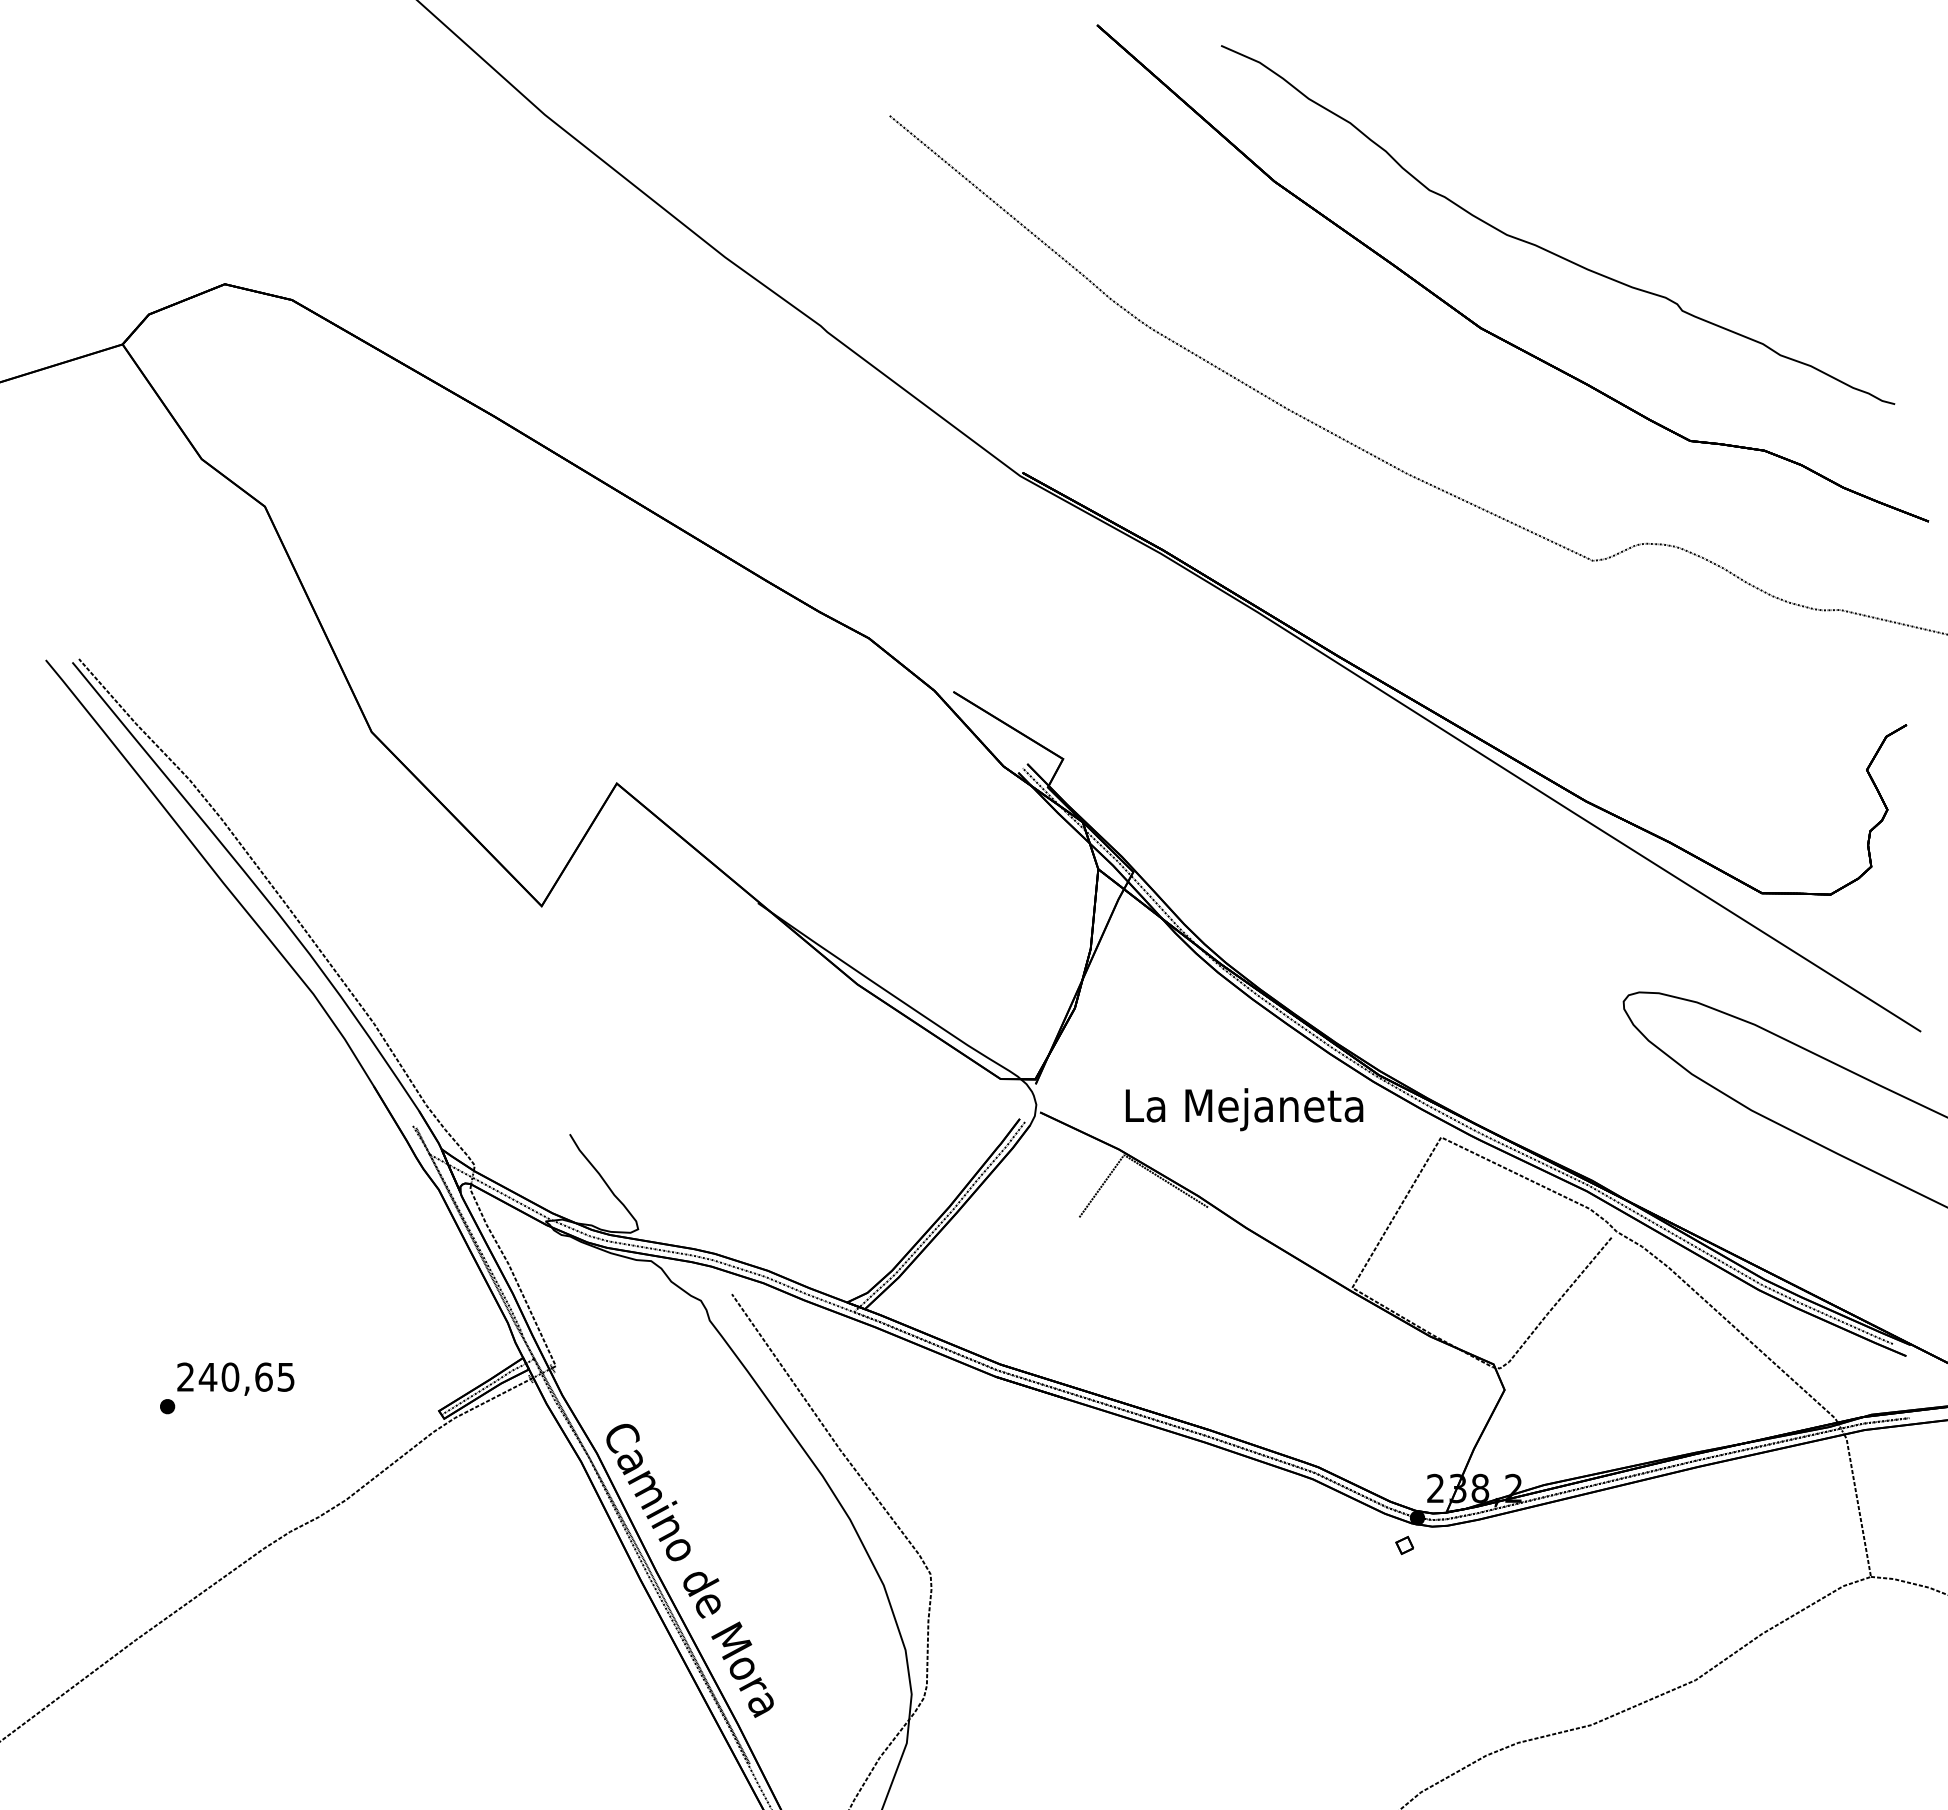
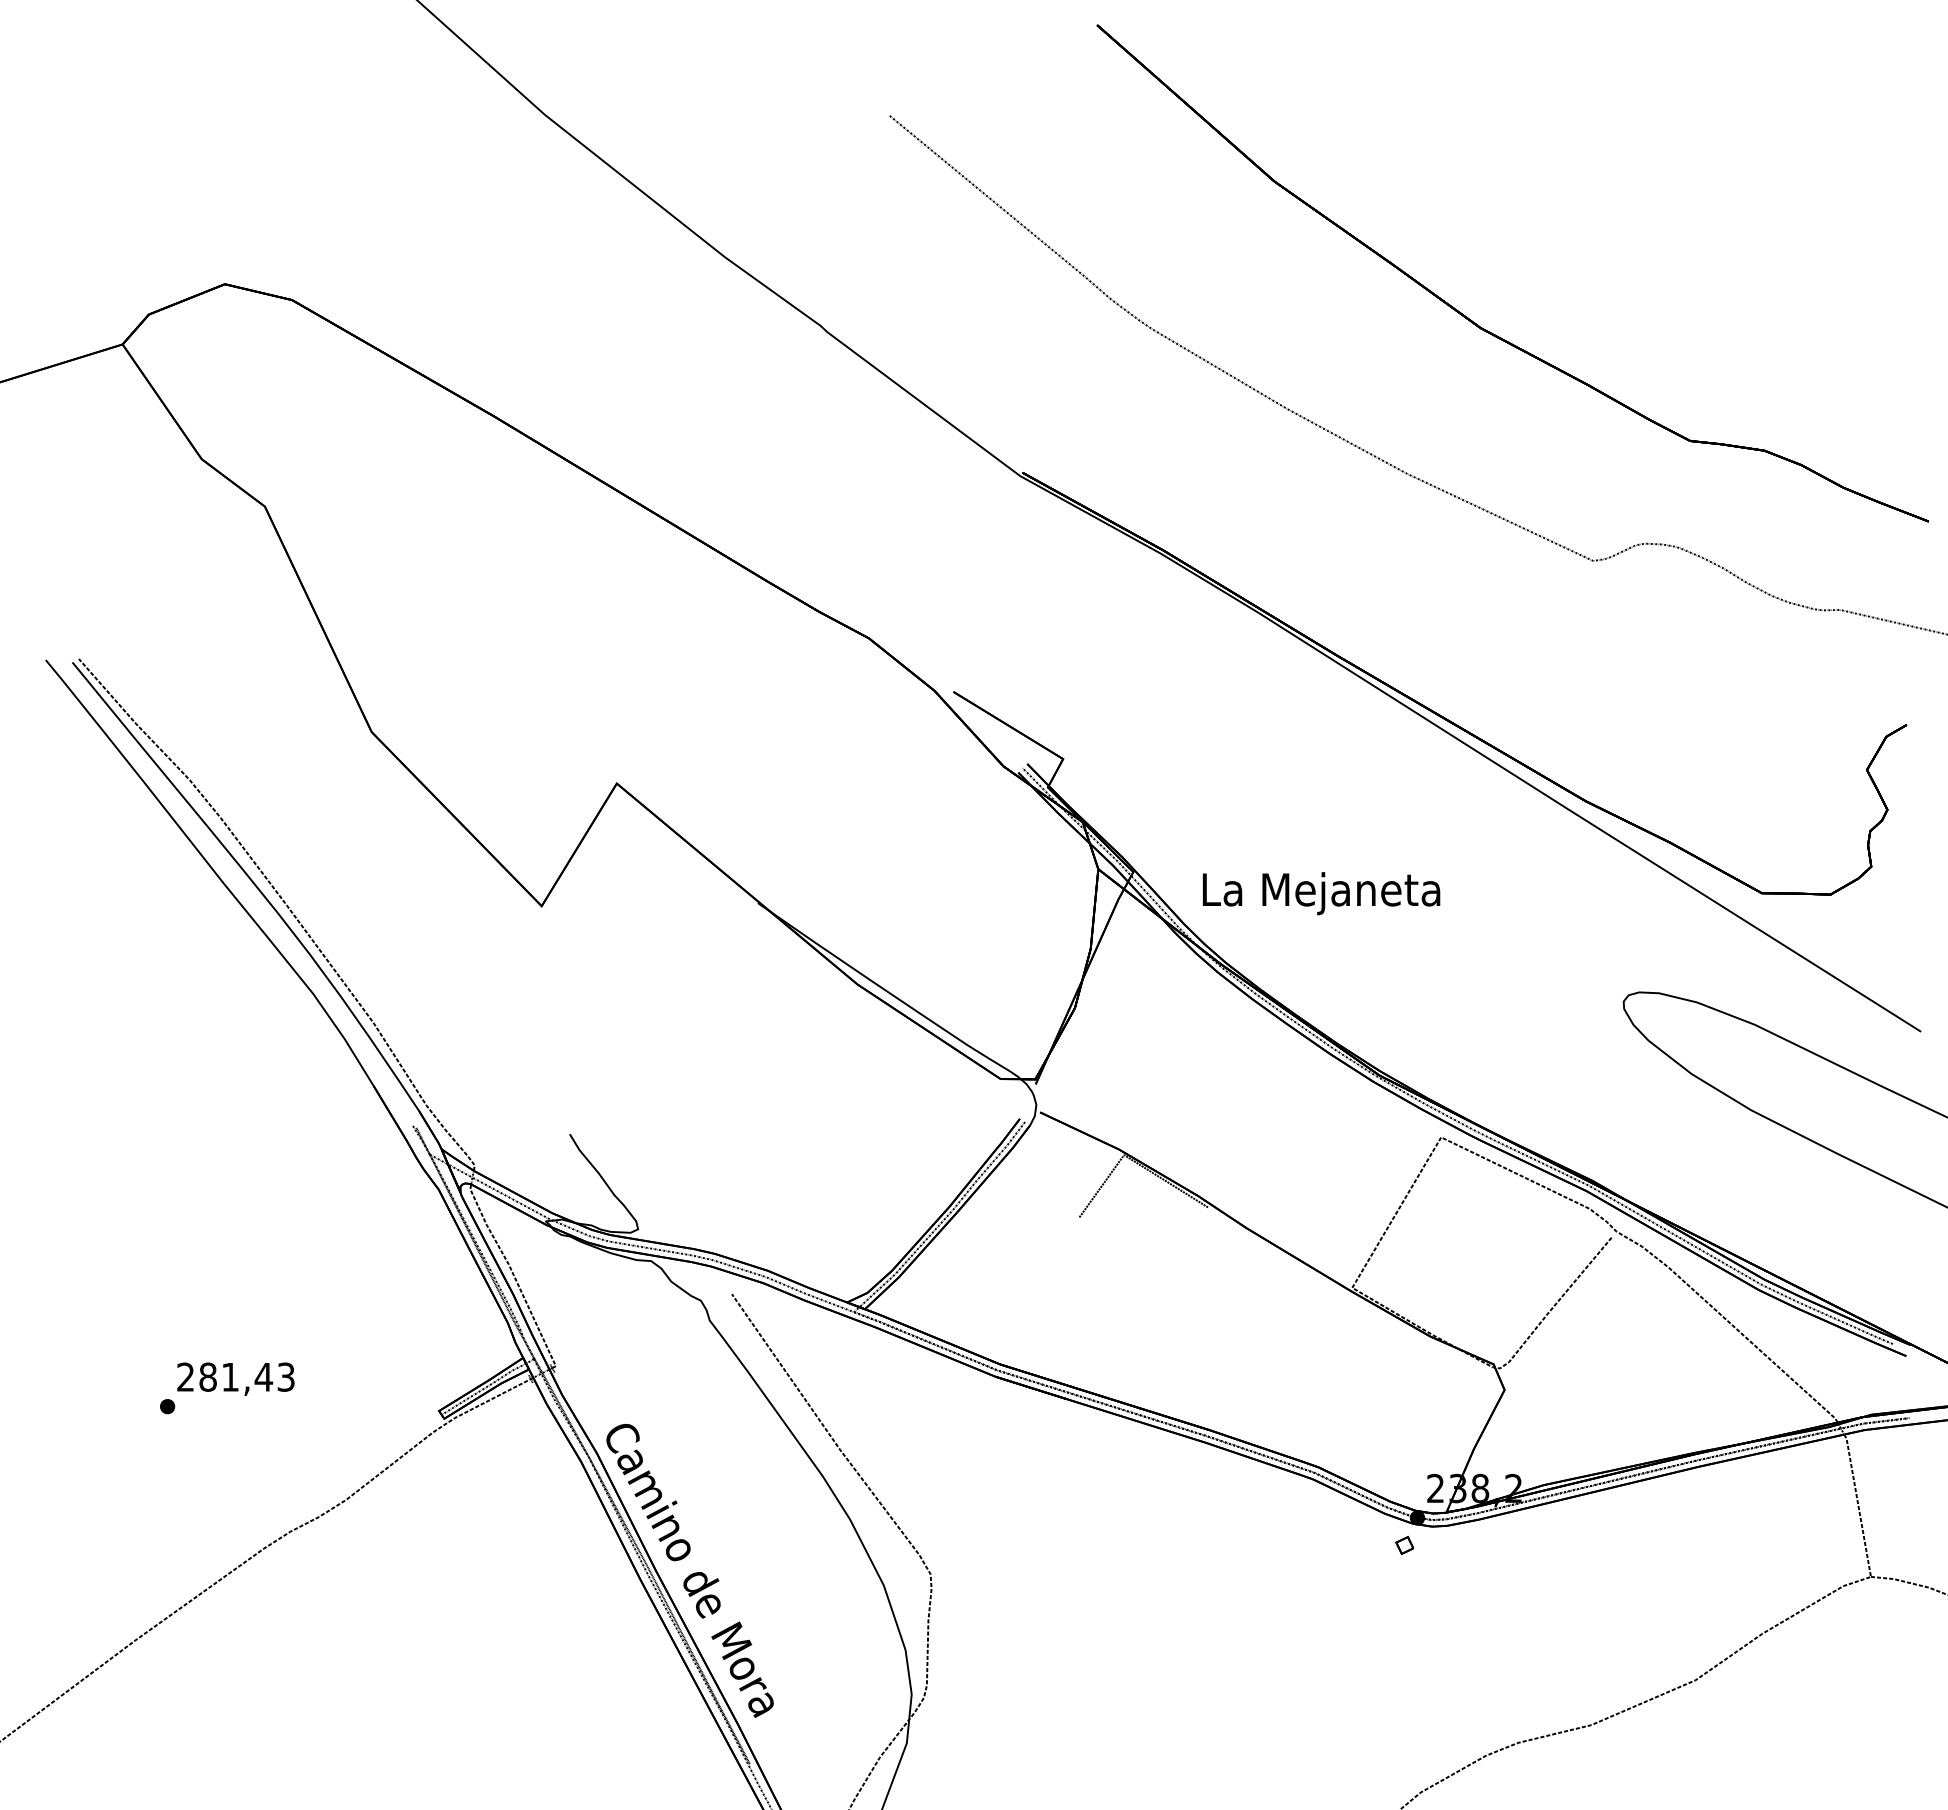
curve at (1545, 248): present -> none
text at (1244, 1109) position: (1244, 1109) -> (1321, 893)
text at (246, 1376): 240,65 -> 281,43
